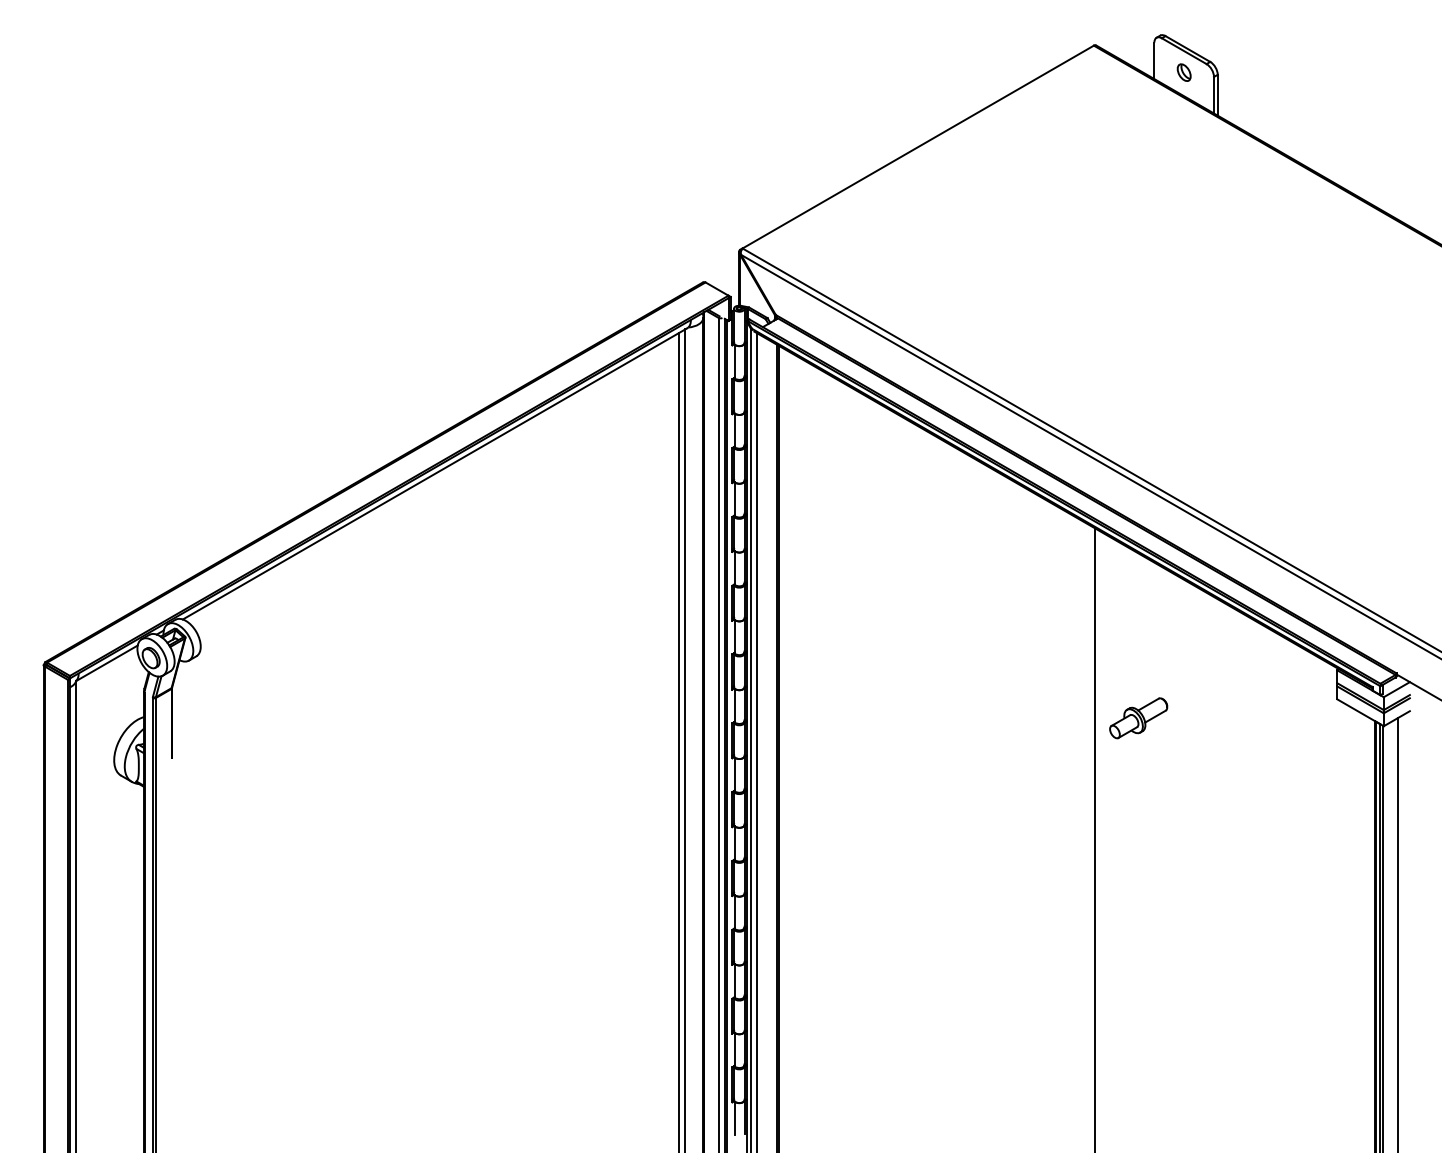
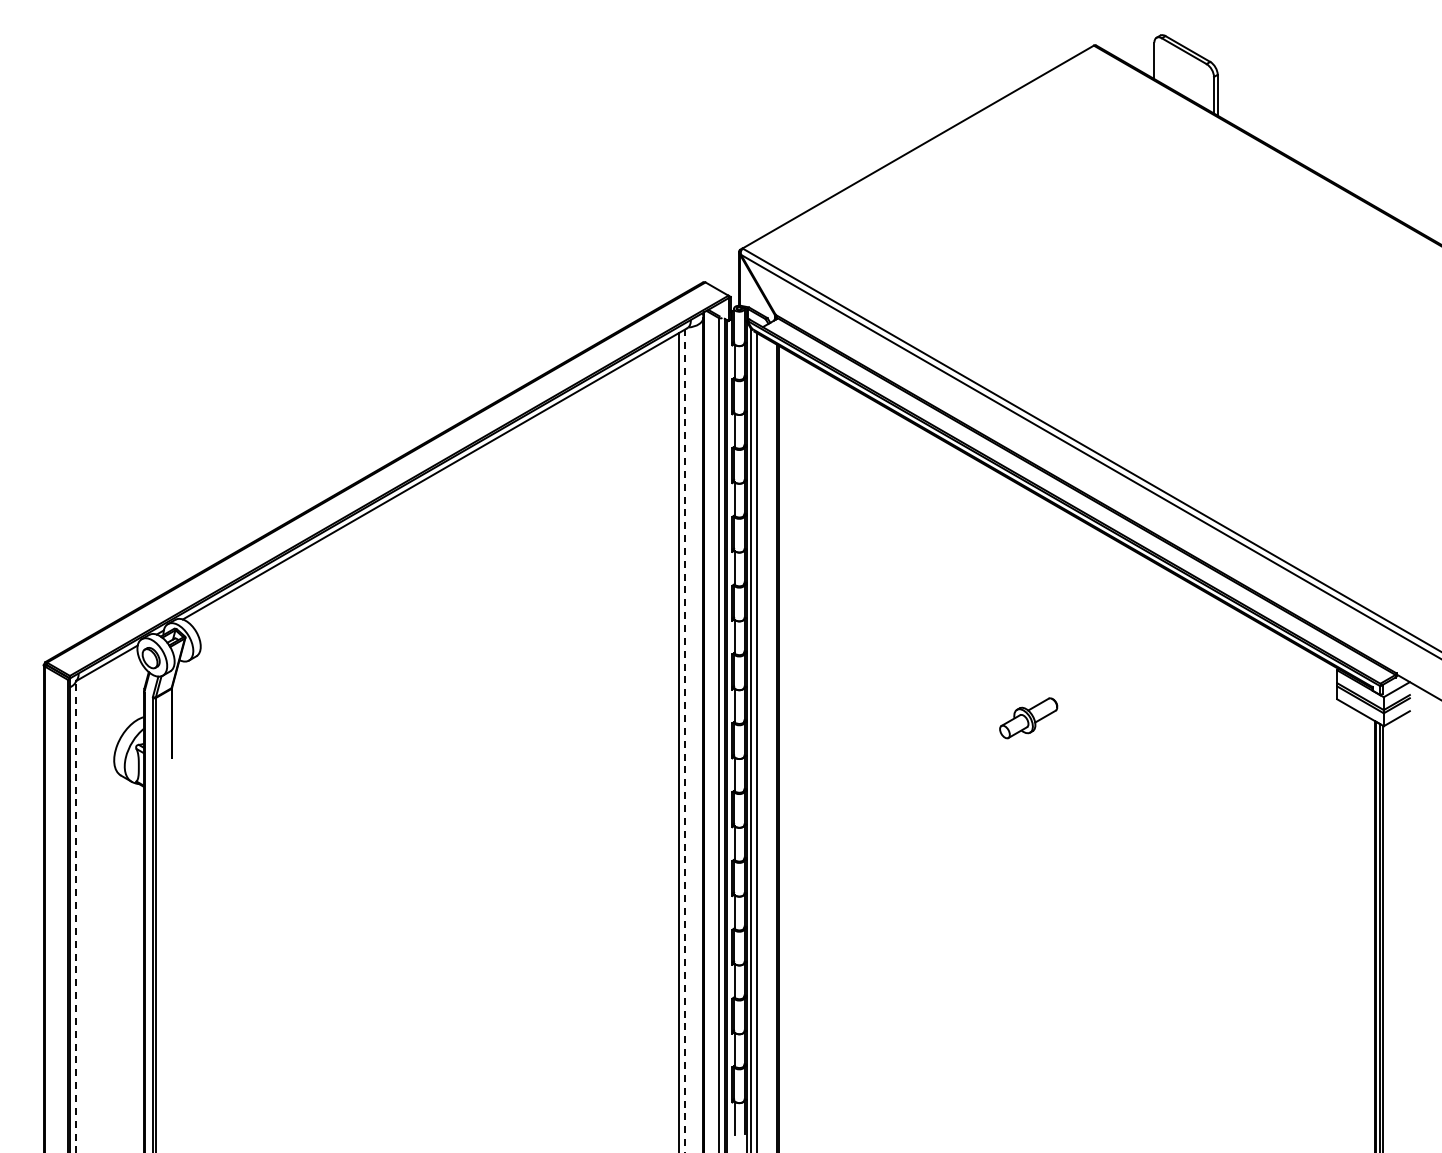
part at (1183, 72): present -> none
part at (1138, 718) position: (1138, 718) -> (1028, 718)
line at (685, 741): solid -> dashed
line at (1094, 838): present -> none
line at (76, 917): solid -> dashed
line at (1397, 933): present -> none
